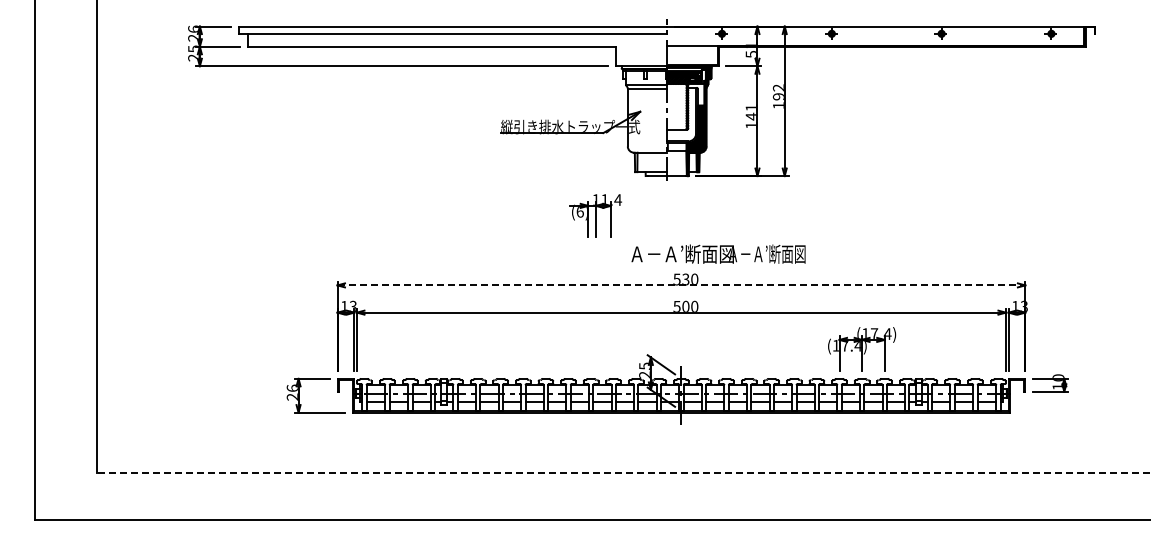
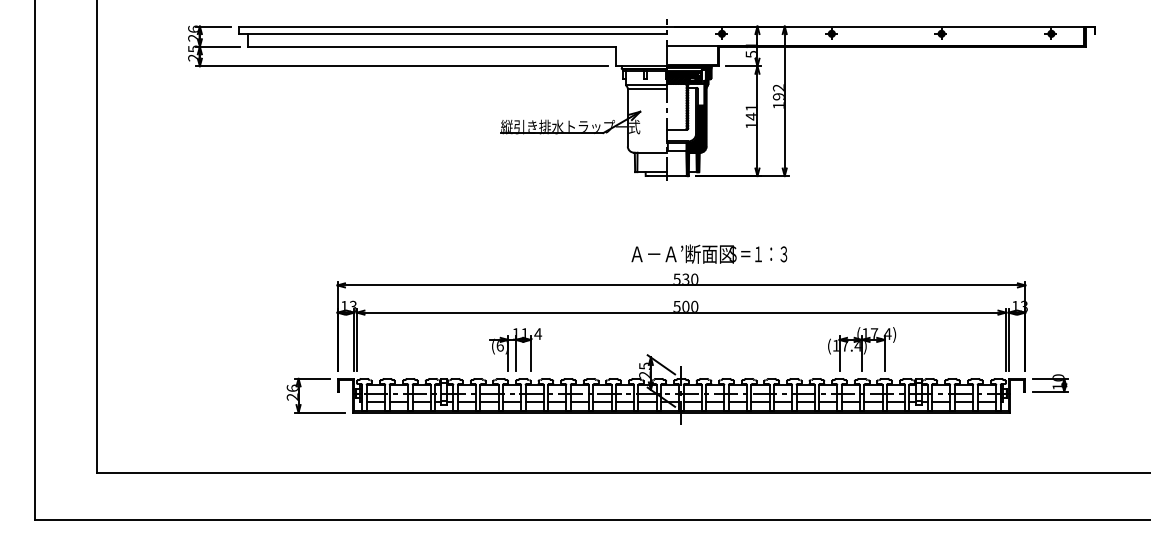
part at (595, 215) position: (595, 215) -> (515, 349)
text at (767, 253): Ａ－Ａ’断面図 -> Ｓ＝１：３
line at (681, 285): dashed -> solid
line at (623, 473): dashed -> solid
